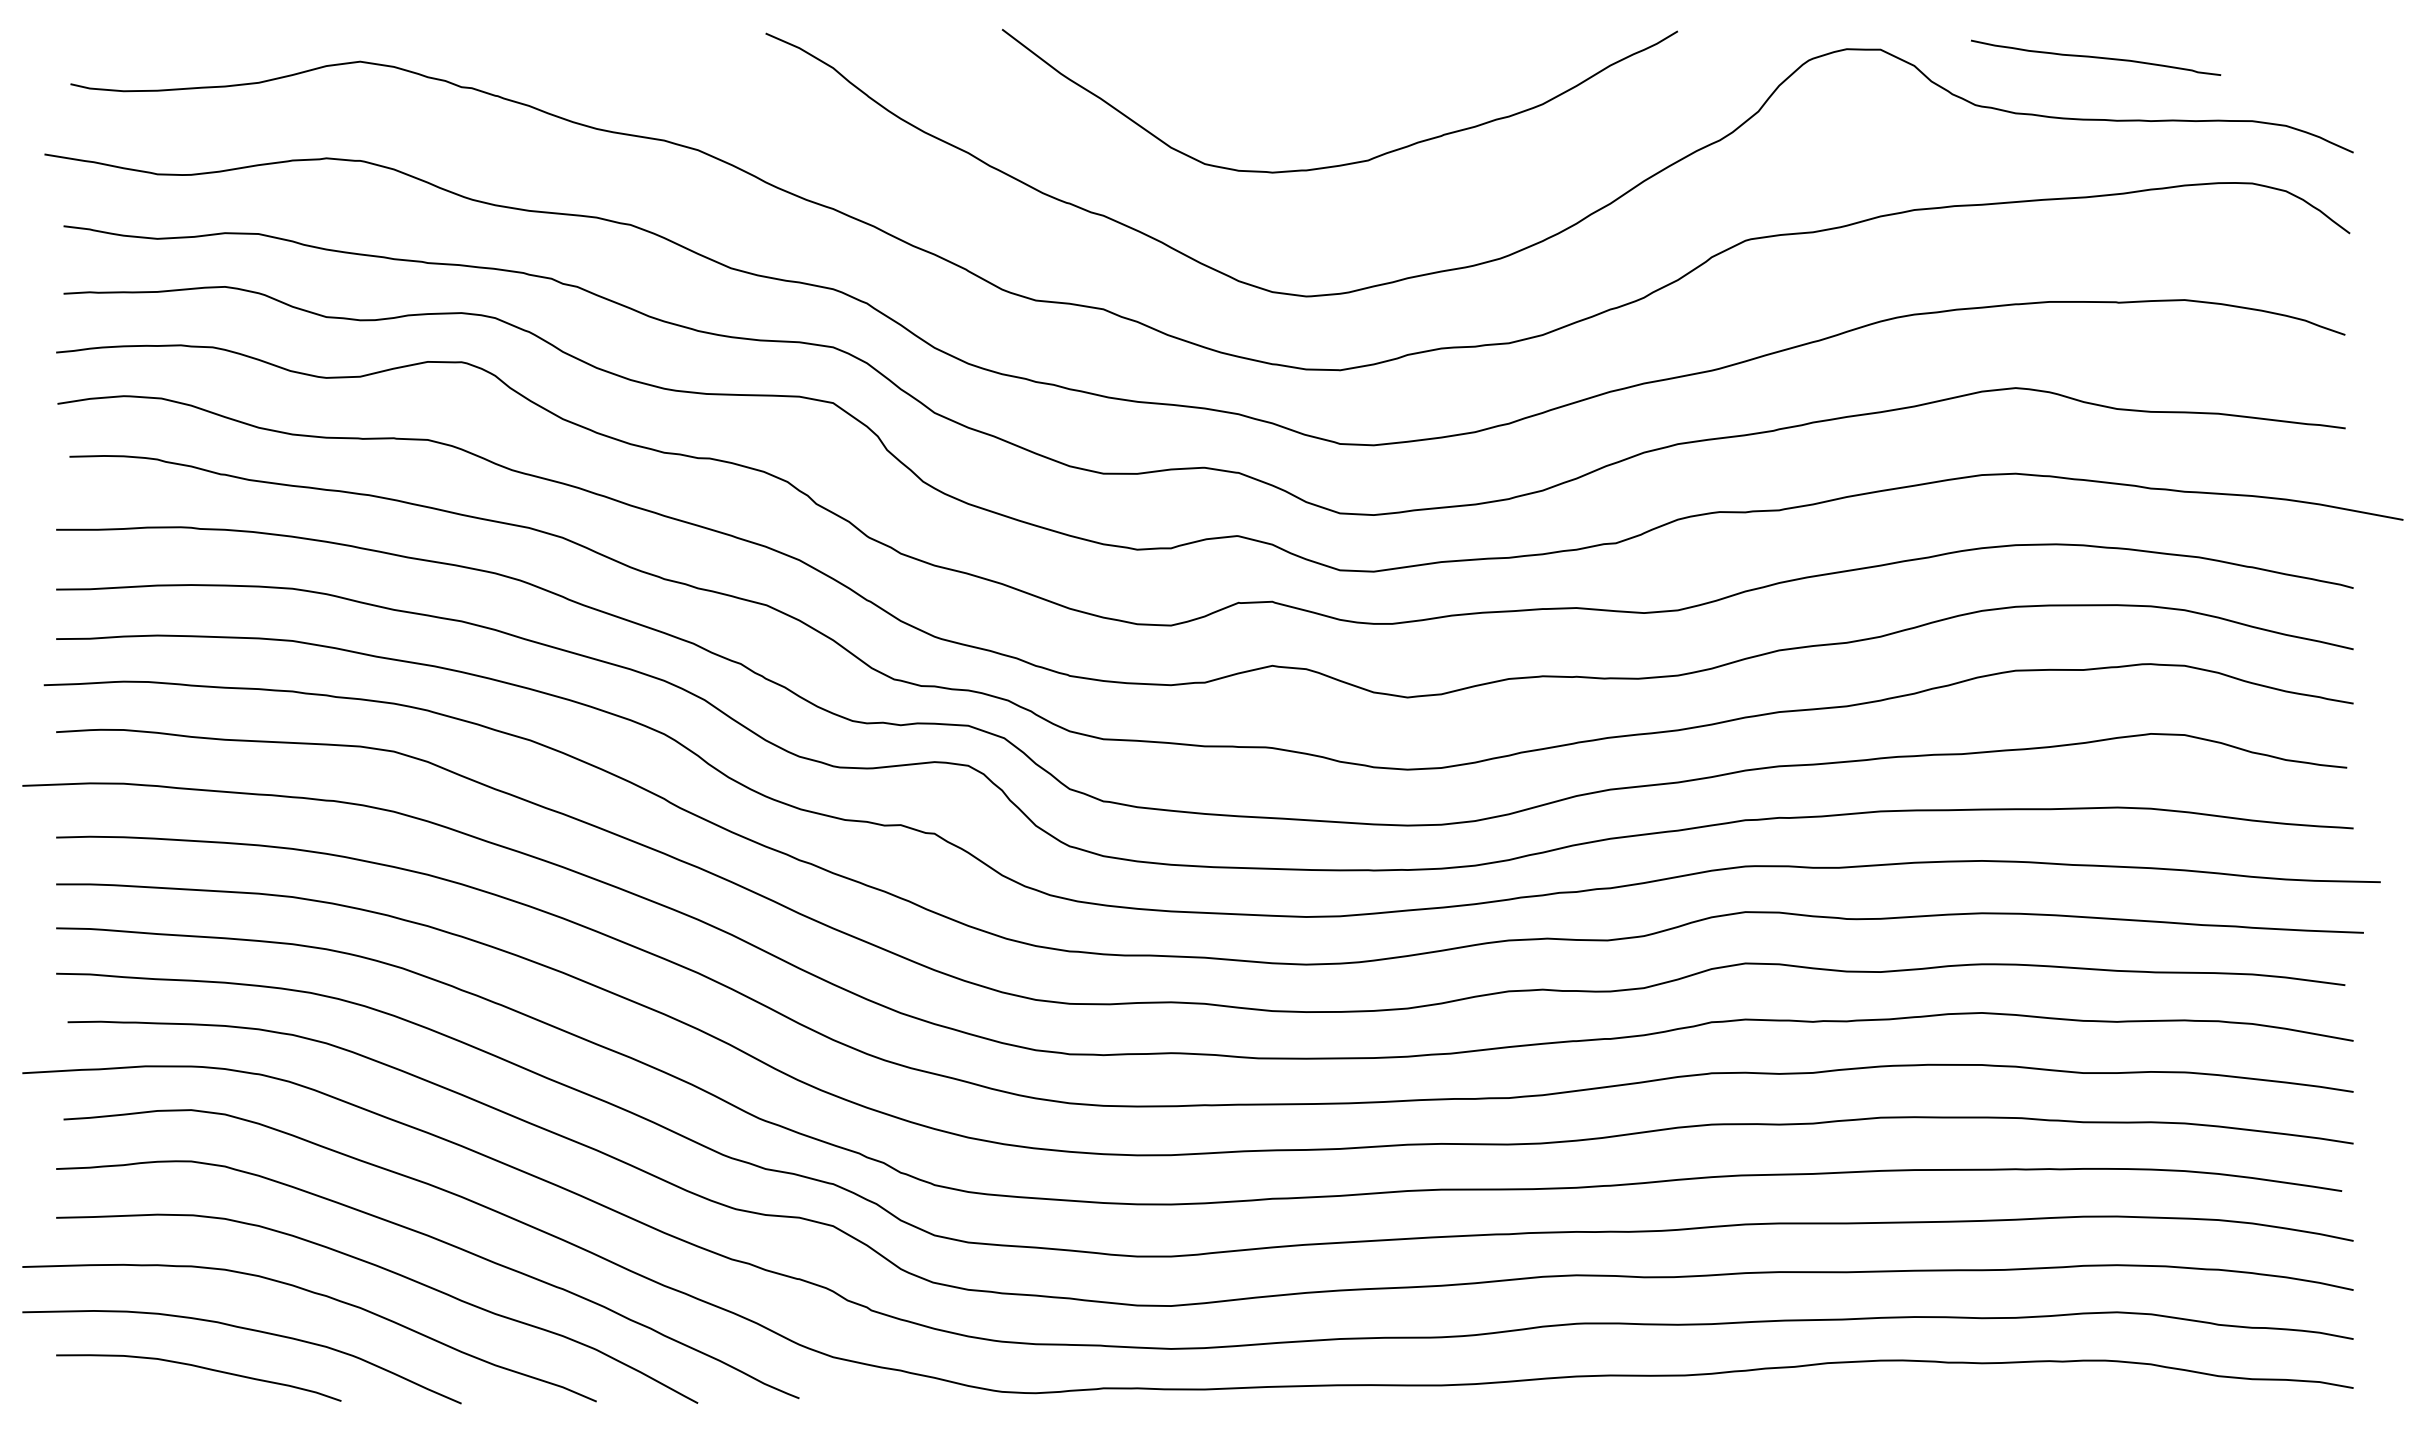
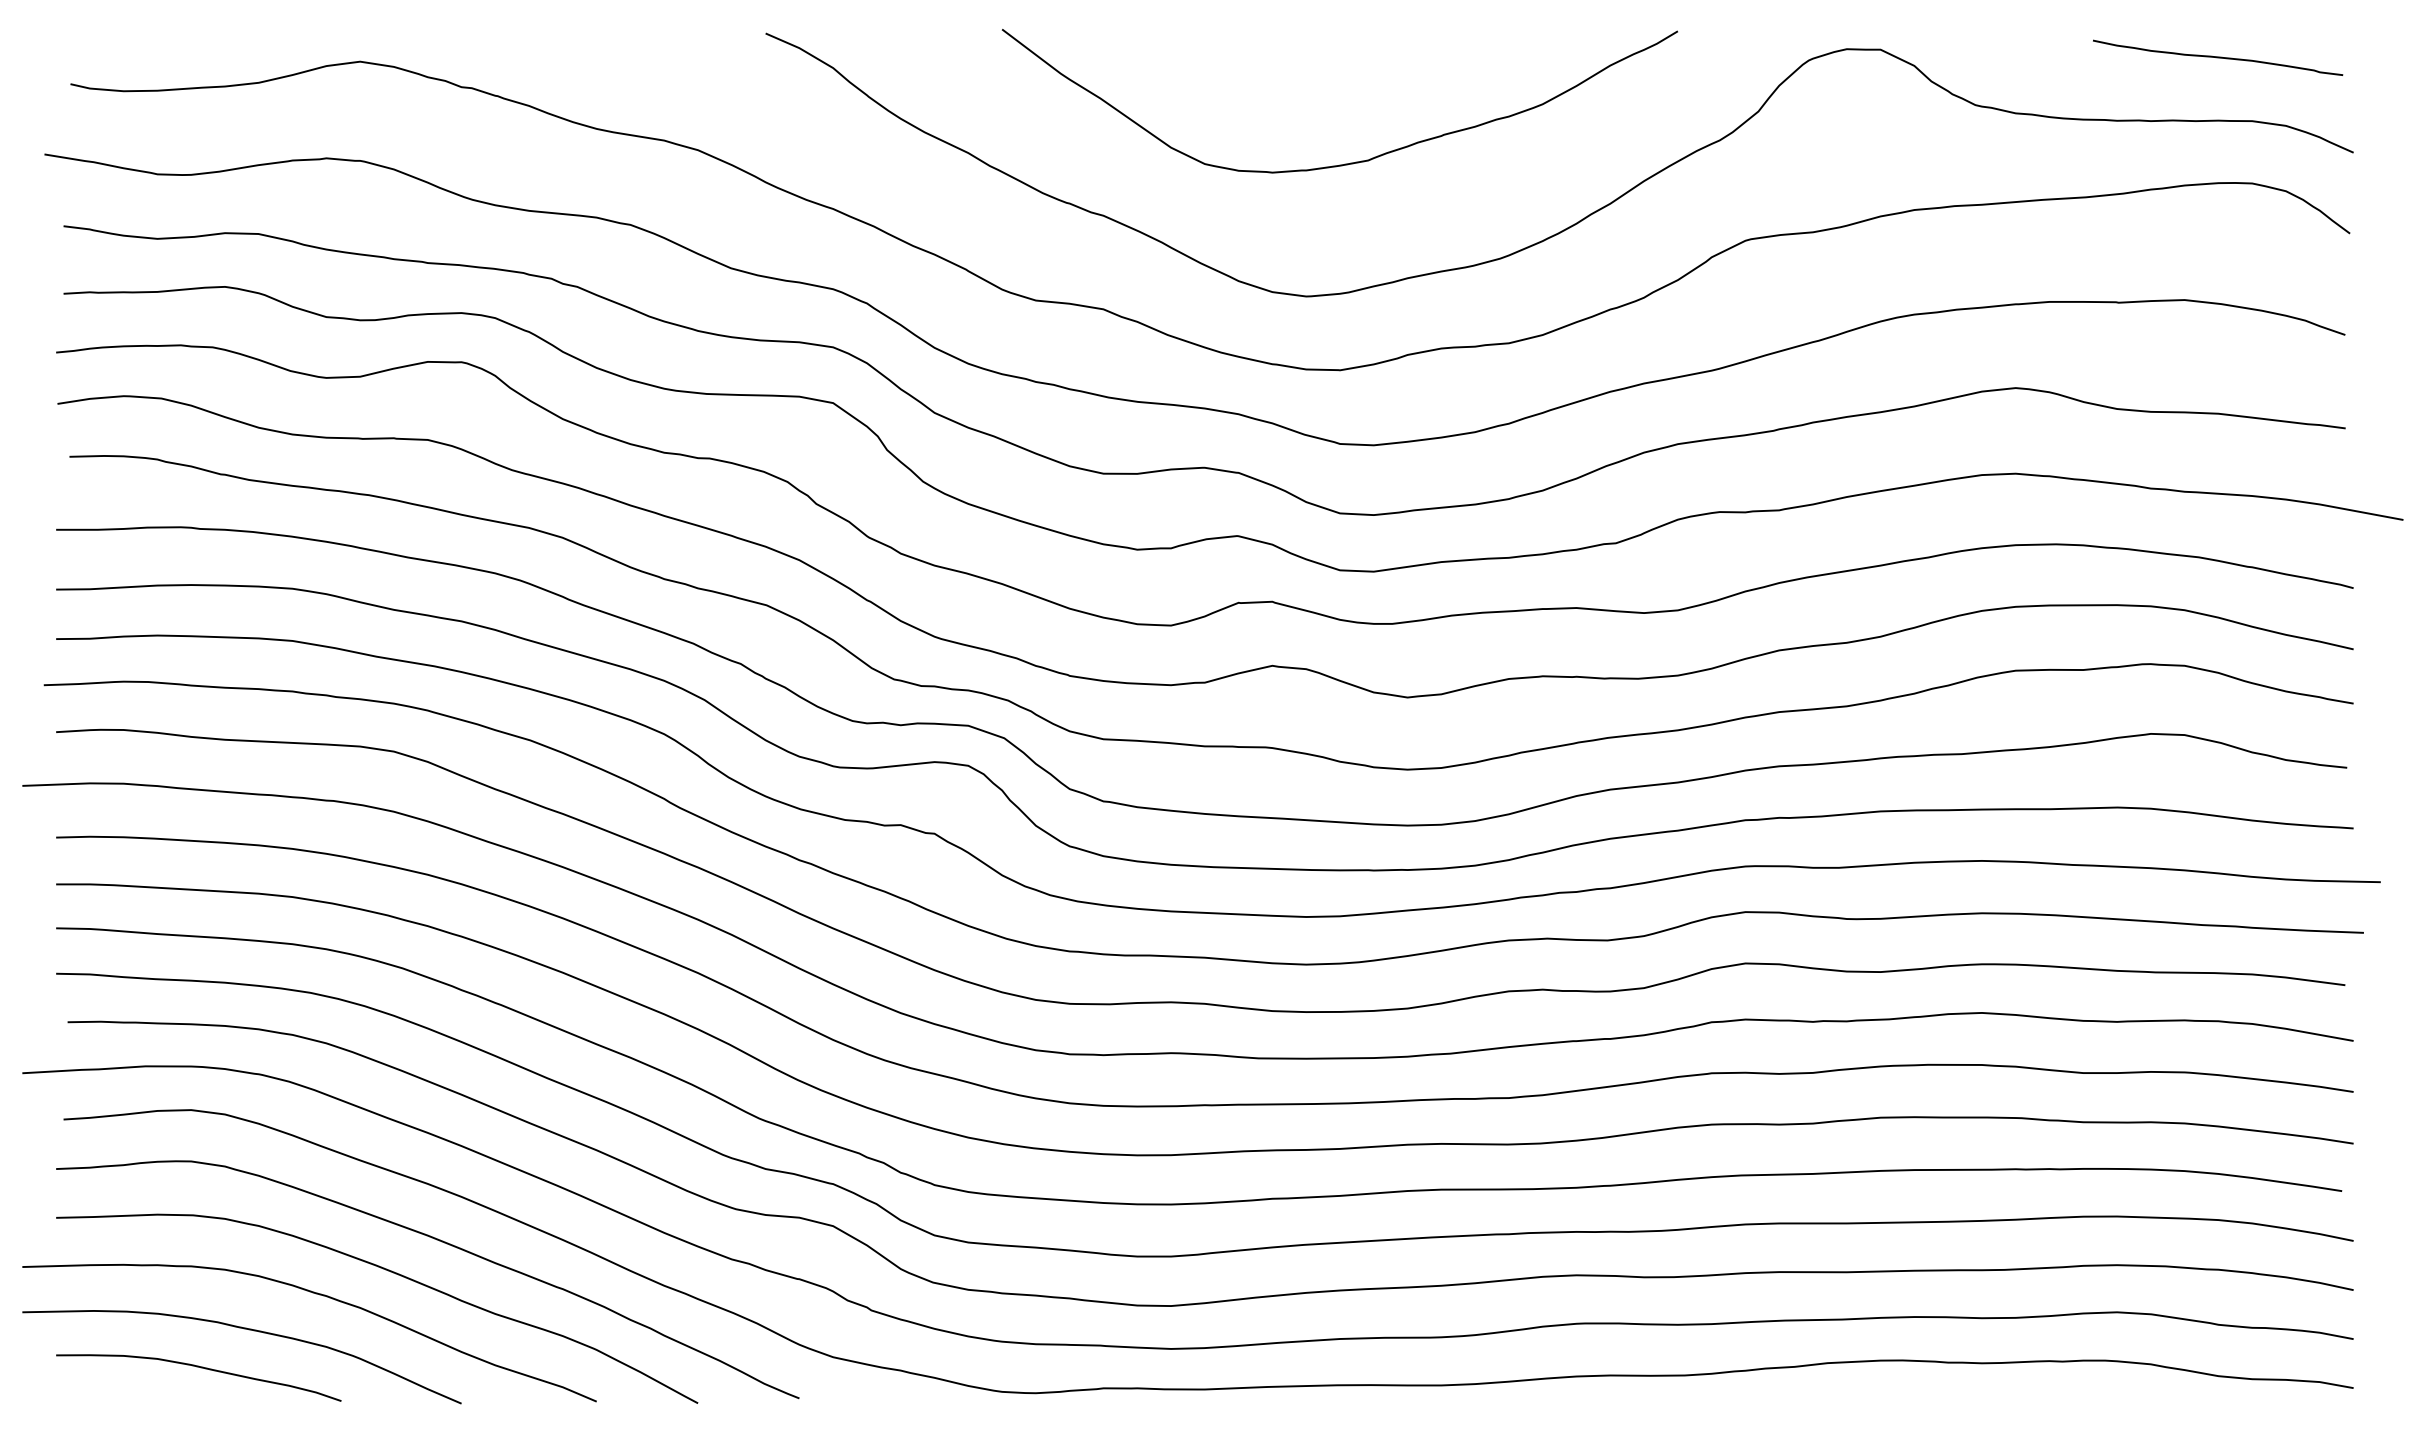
curve at (2096, 57) position: (2096, 57) -> (2218, 57)
